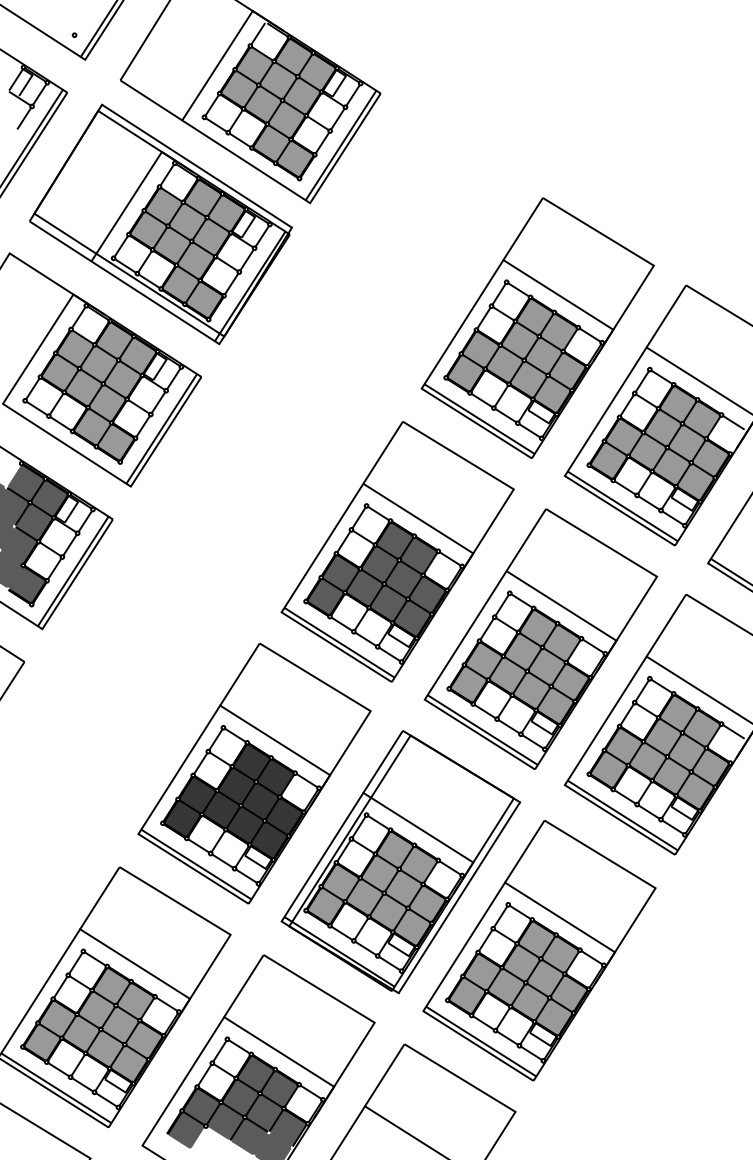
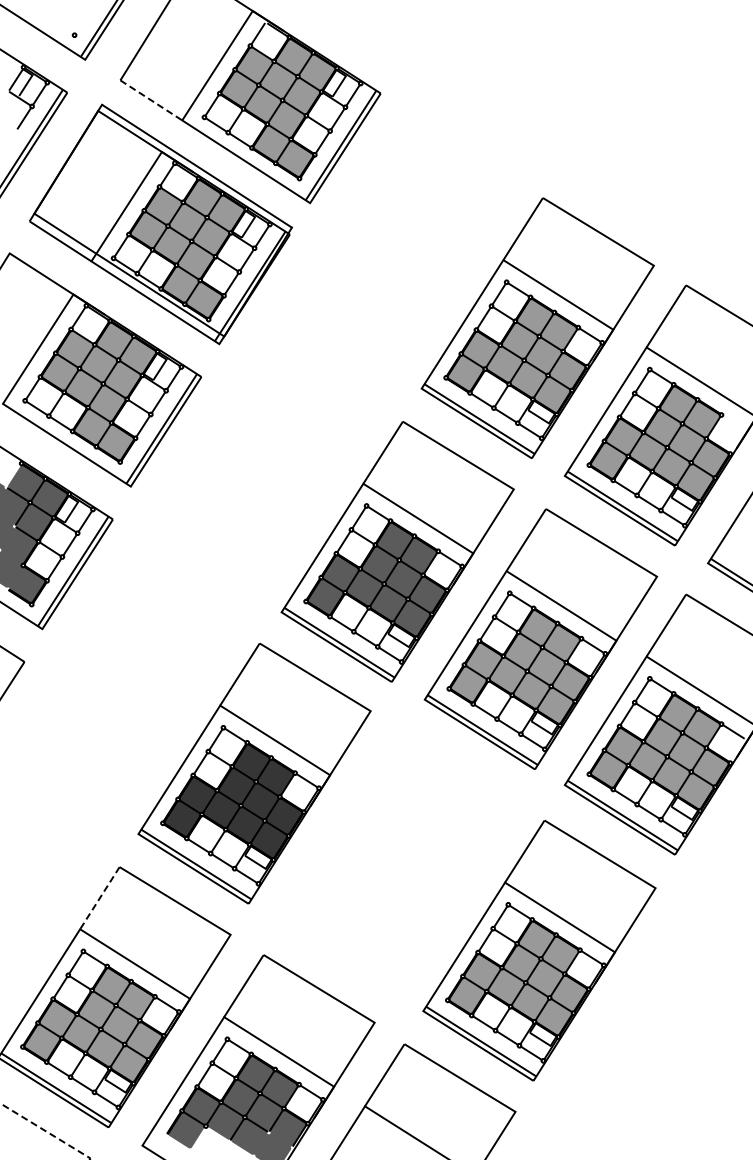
line at (151, 100): solid -> dashed
line at (733, 422): present -> none
part at (400, 862): present -> none
line at (99, 898): solid -> dashed
line at (46, 1131): solid -> dashed
